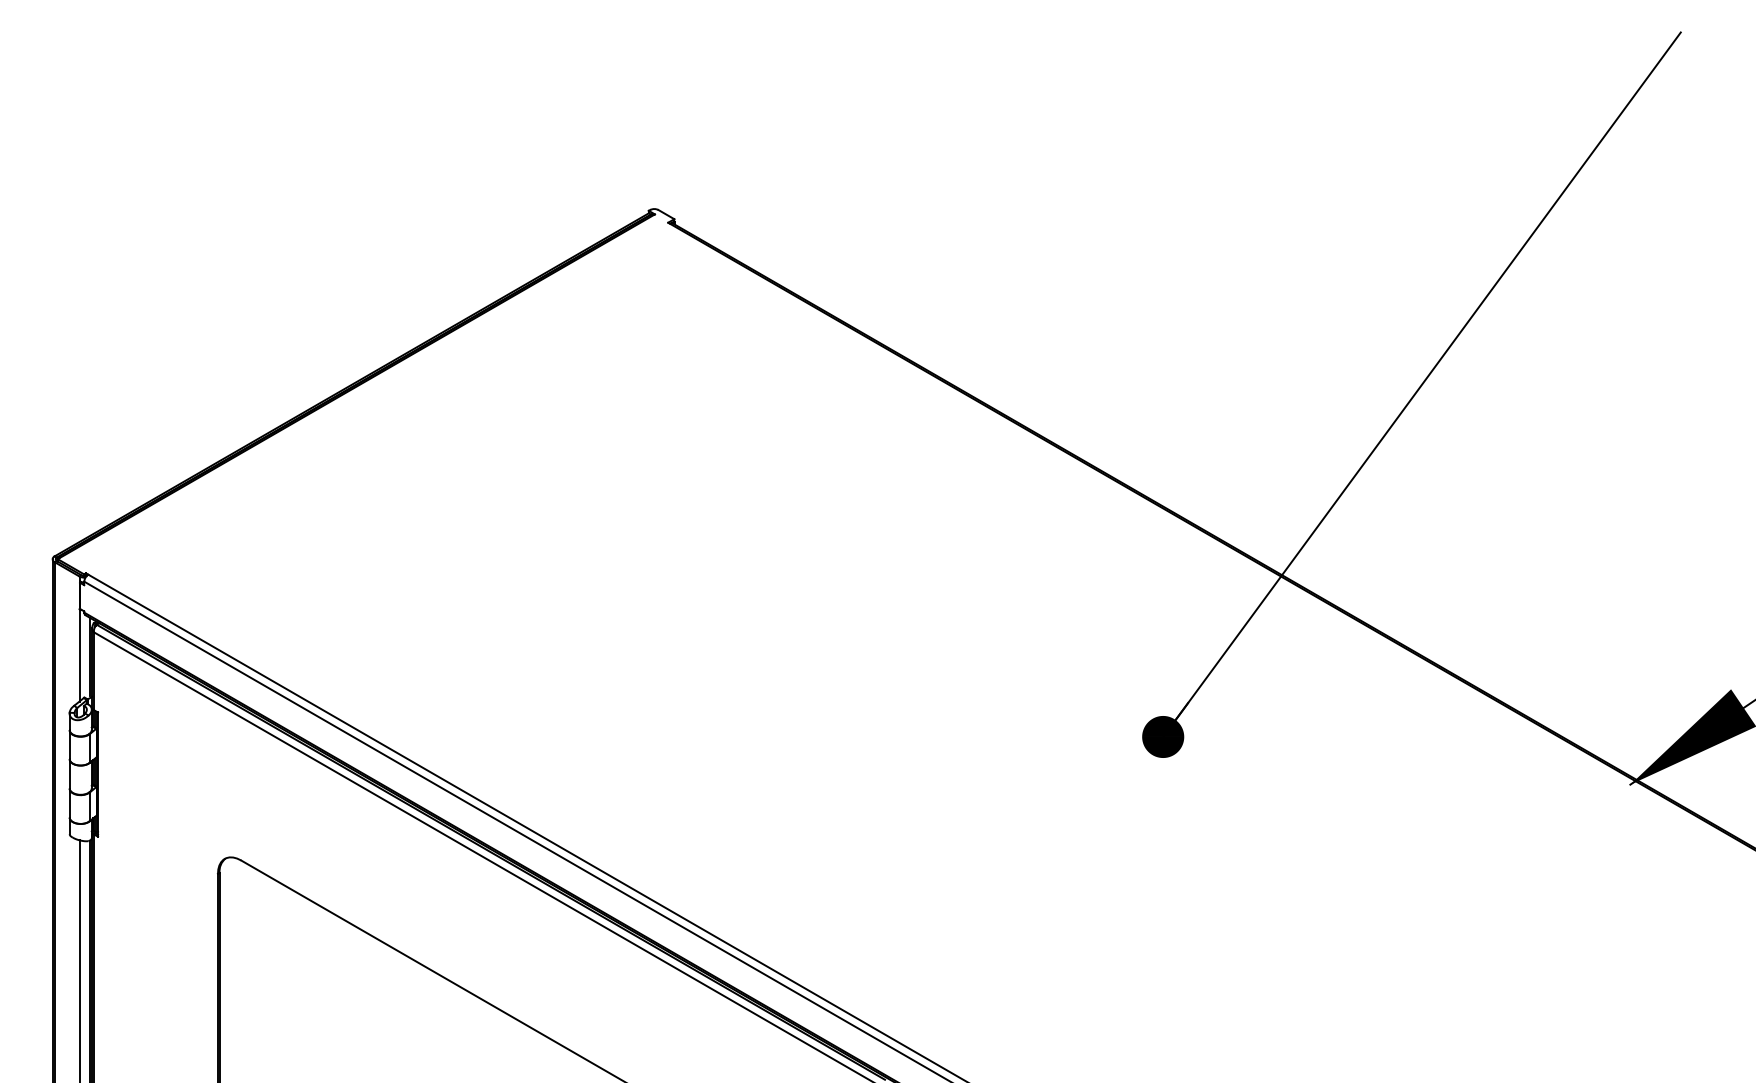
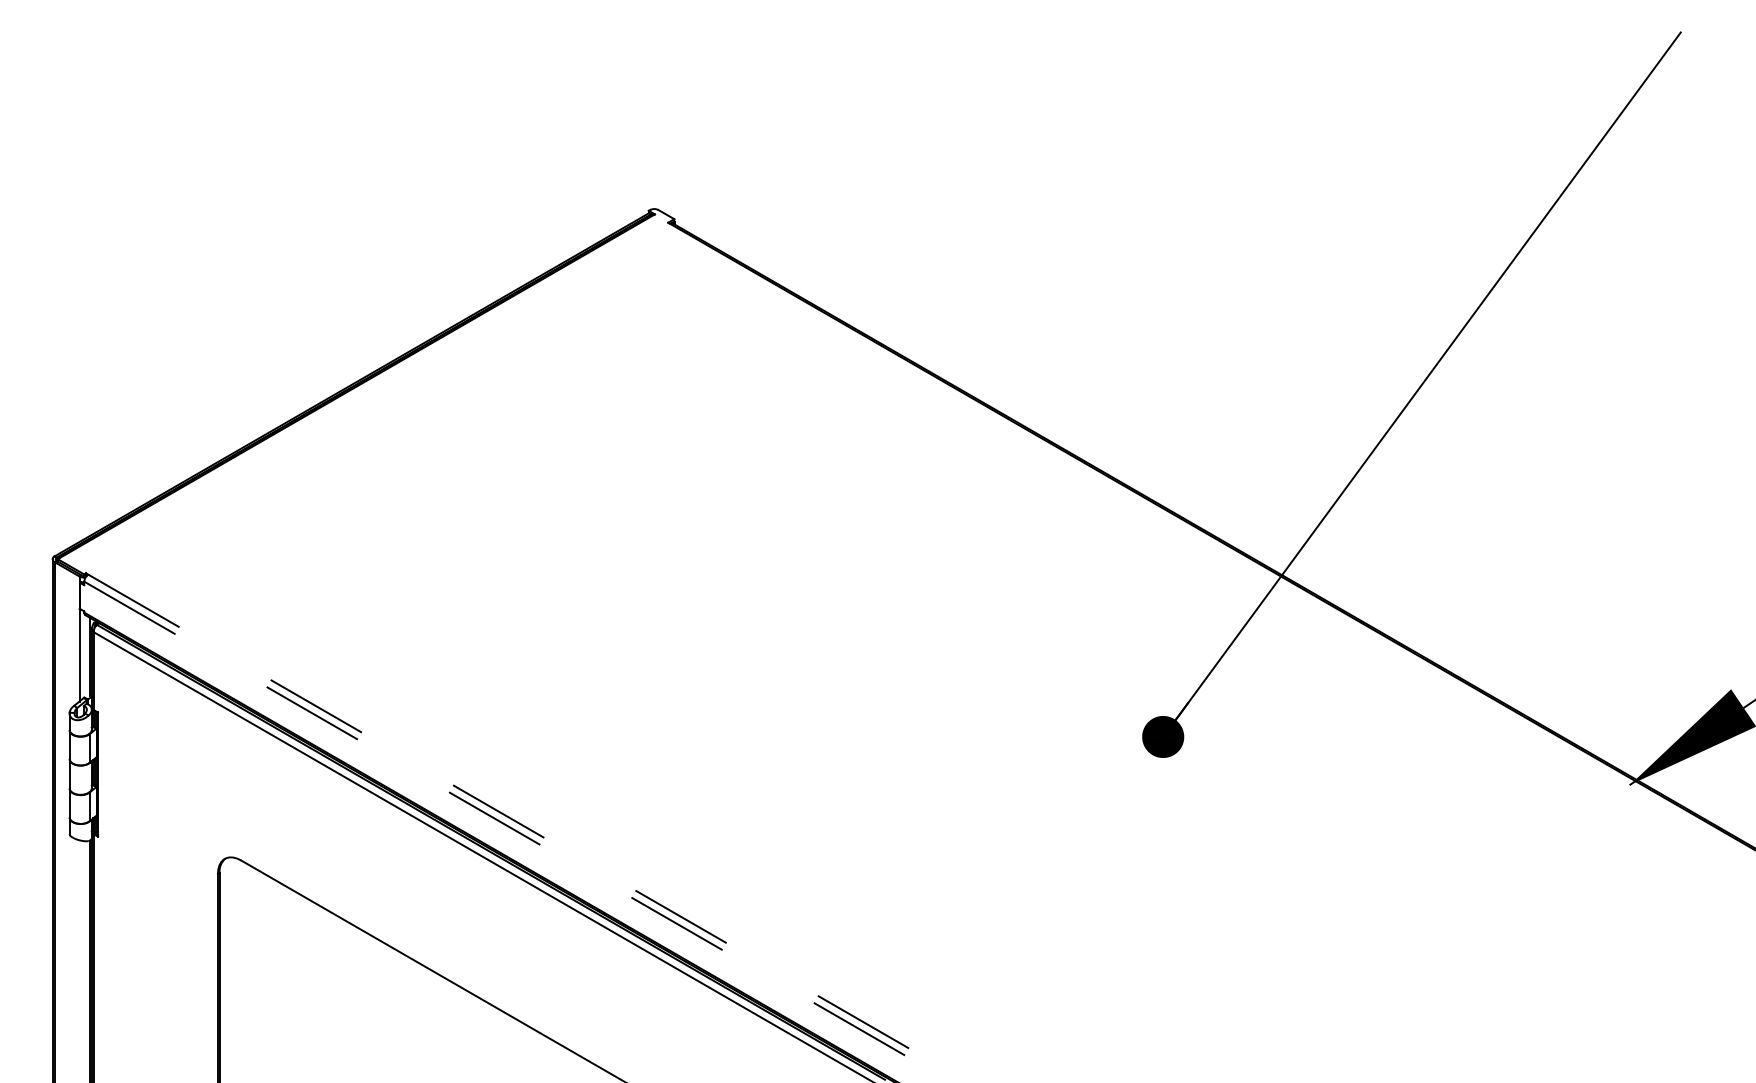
line at (528, 828): solid -> dashed
line at (518, 832): solid -> dashed
line at (79, 959): present -> none
